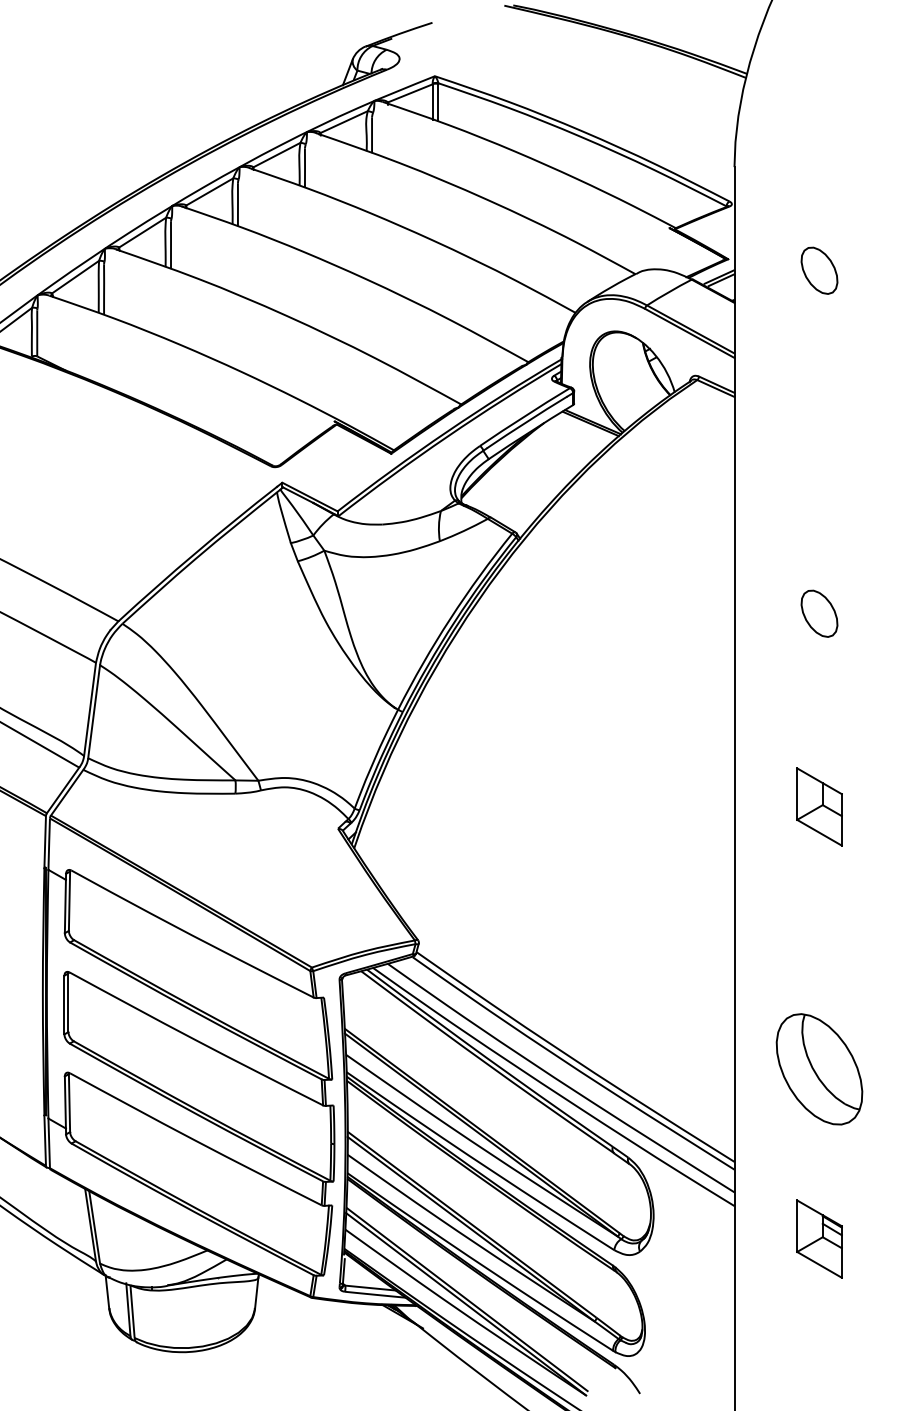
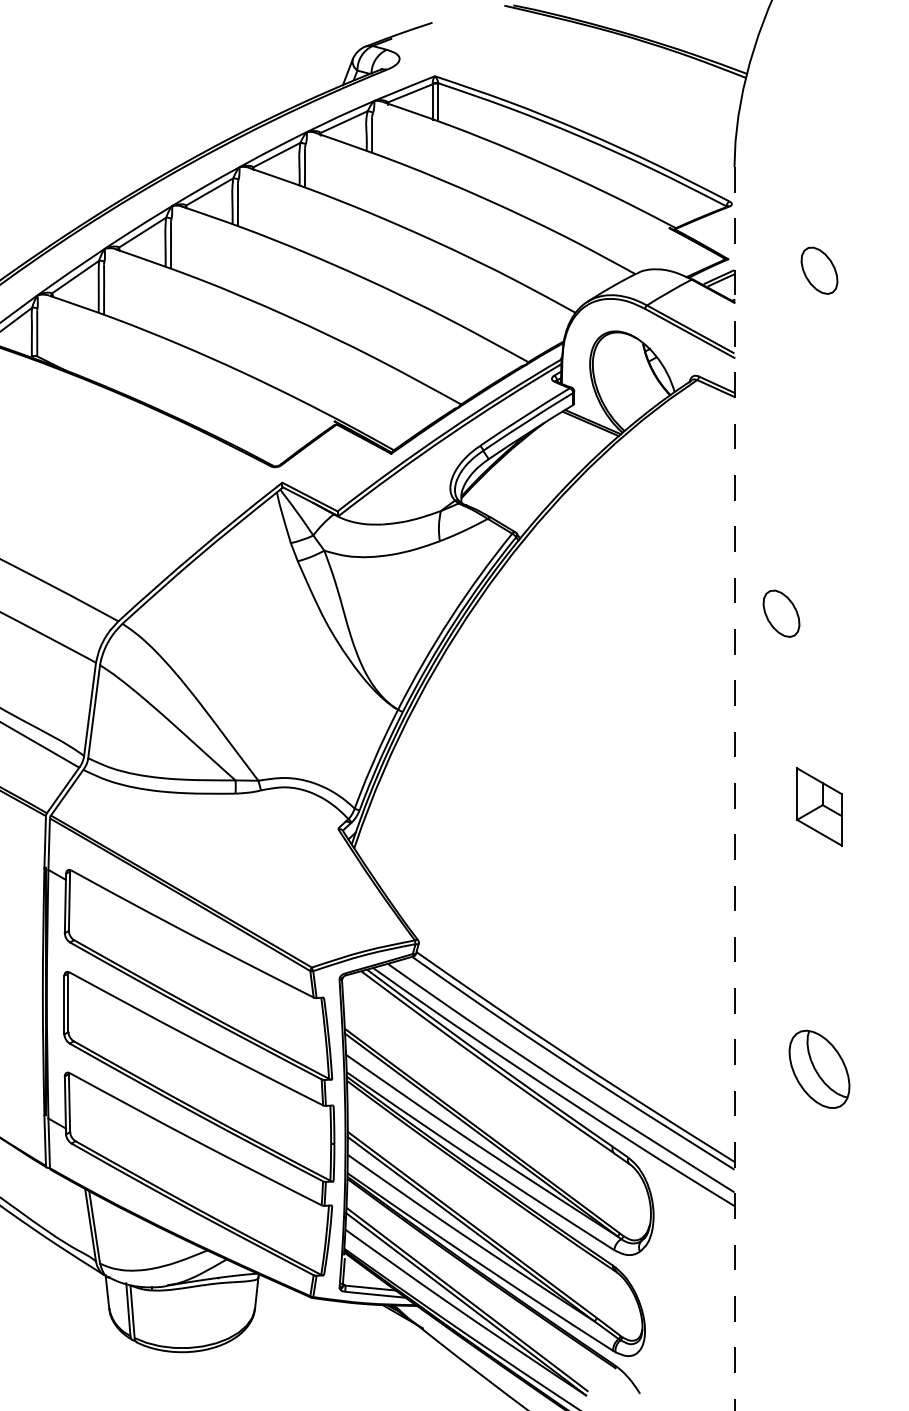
part at (819, 613) position: (819, 613) -> (781, 613)
line at (734, 788): solid -> dashed
part at (819, 1069) size: 89x113 px -> 63x80 px
part at (819, 1238): present -> none
